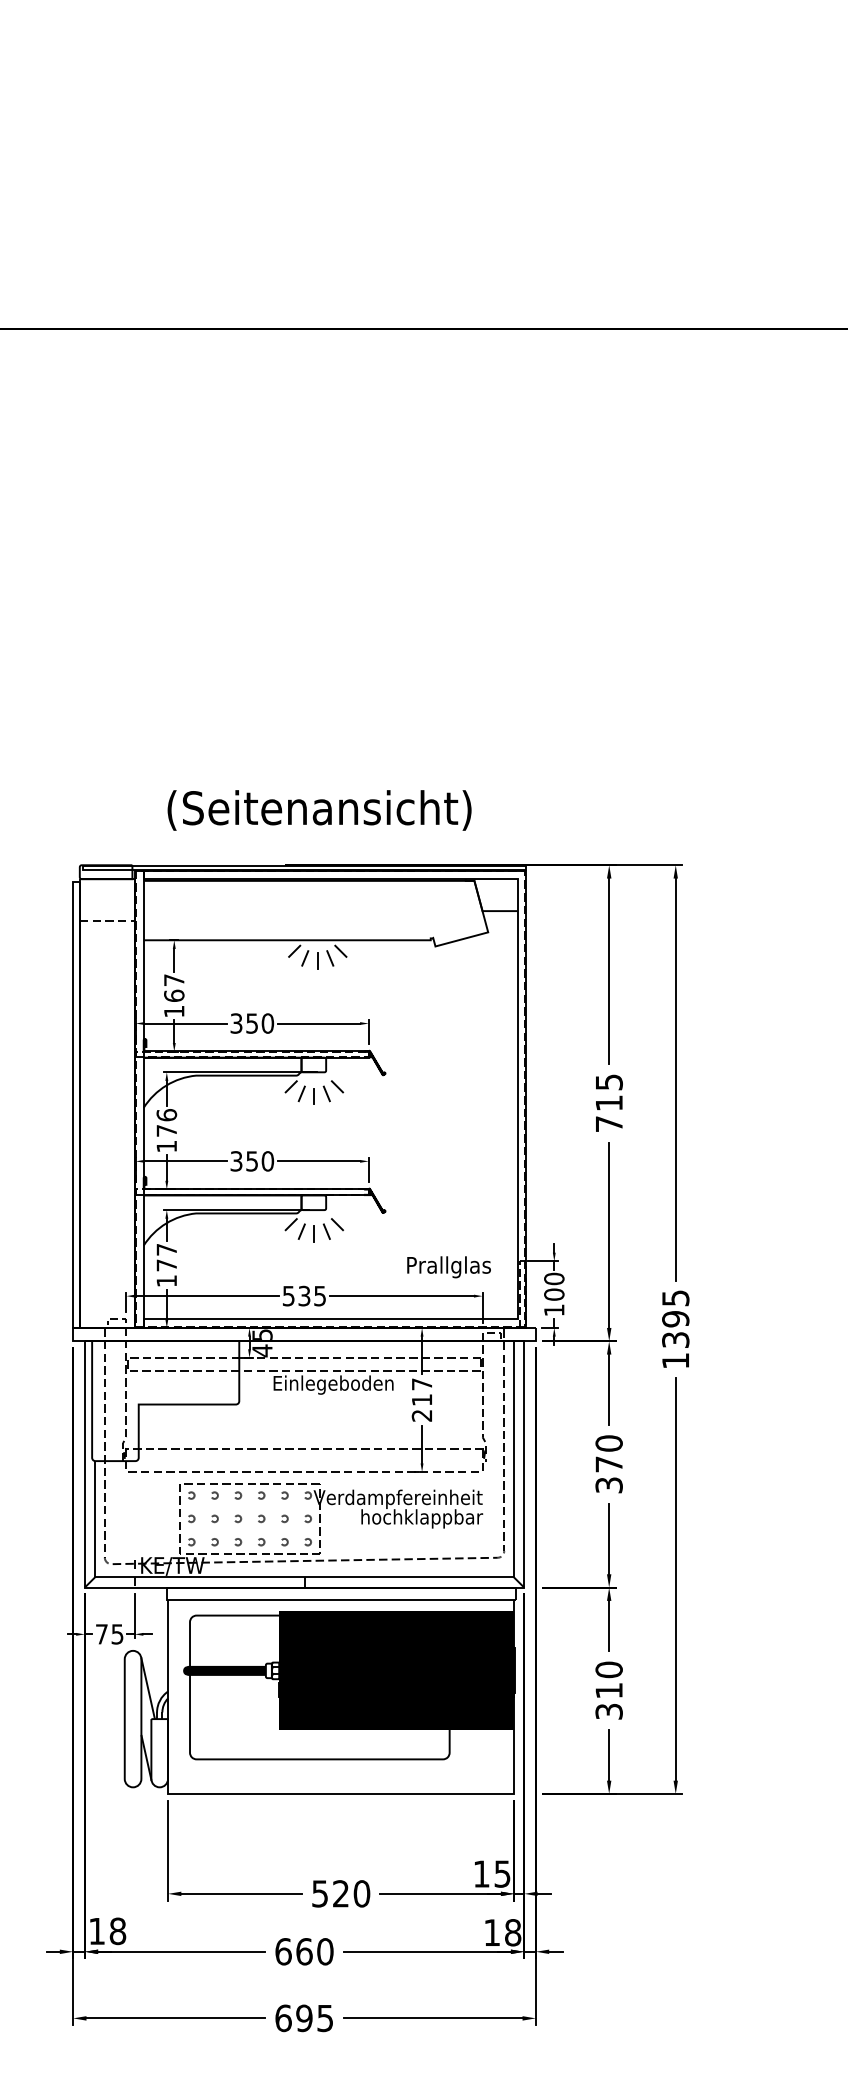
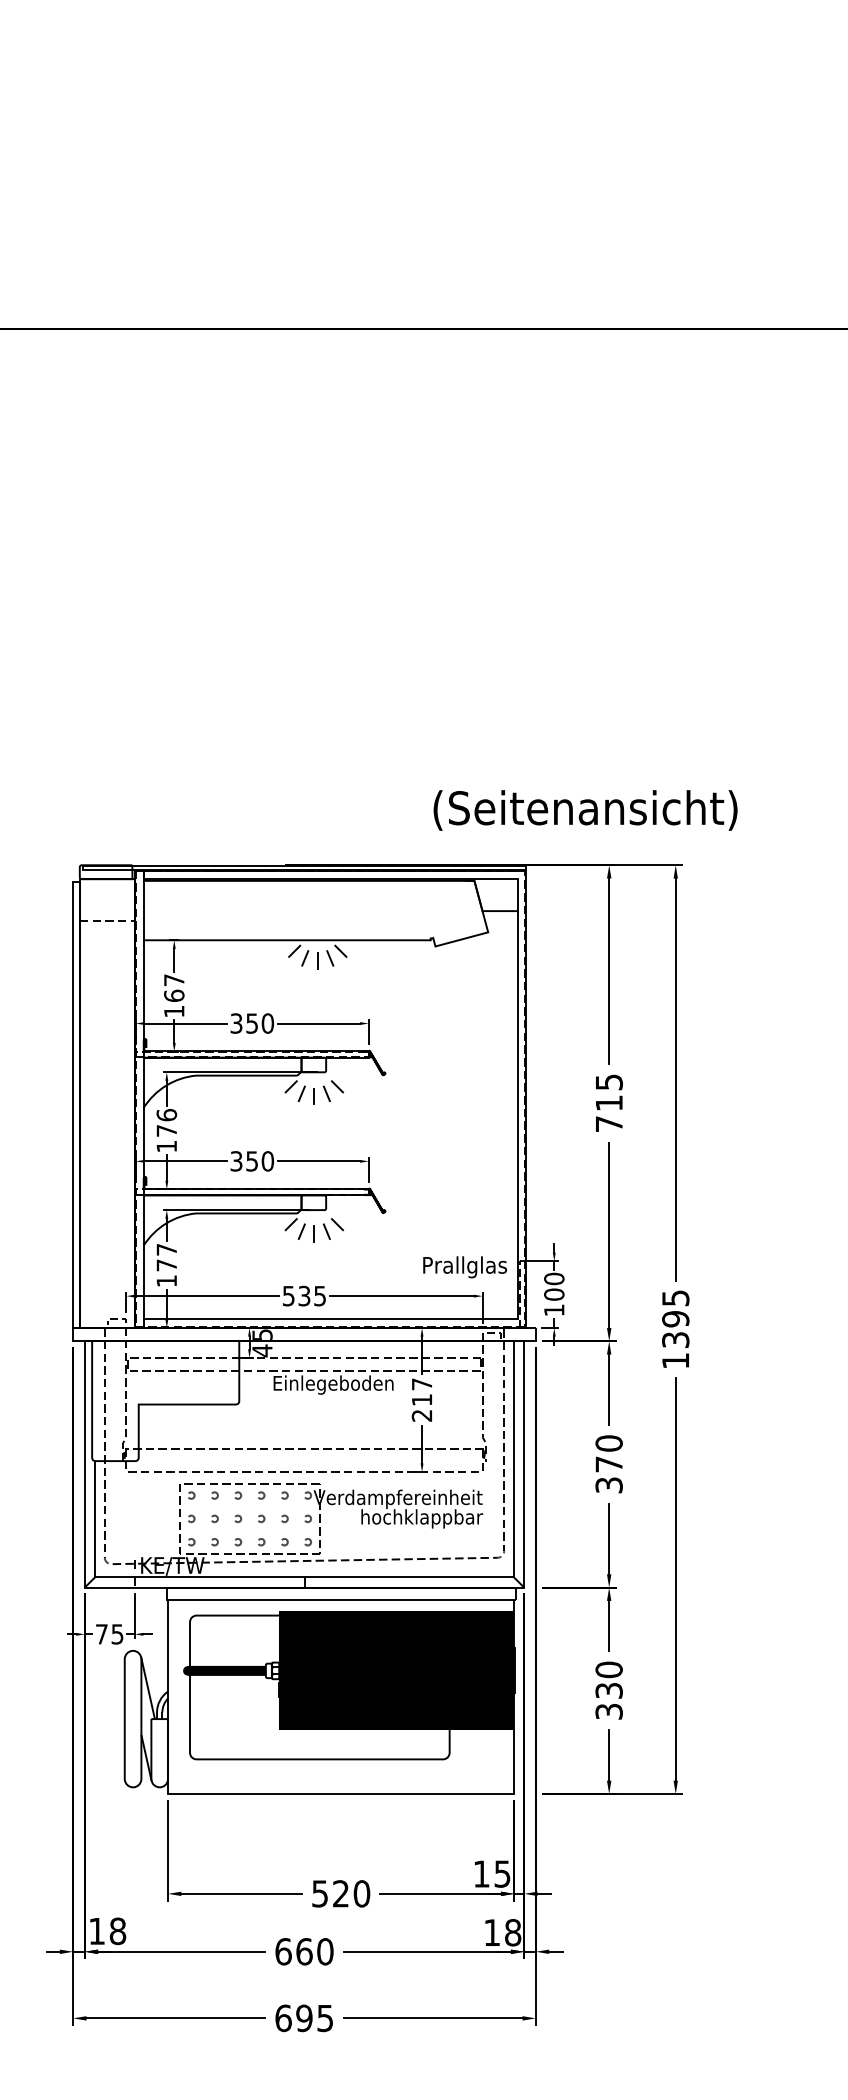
text at (319, 810) position: (319, 810) -> (585, 810)
text at (448, 1267) position: (448, 1267) -> (464, 1267)
text at (608, 1690): 310 -> 330
